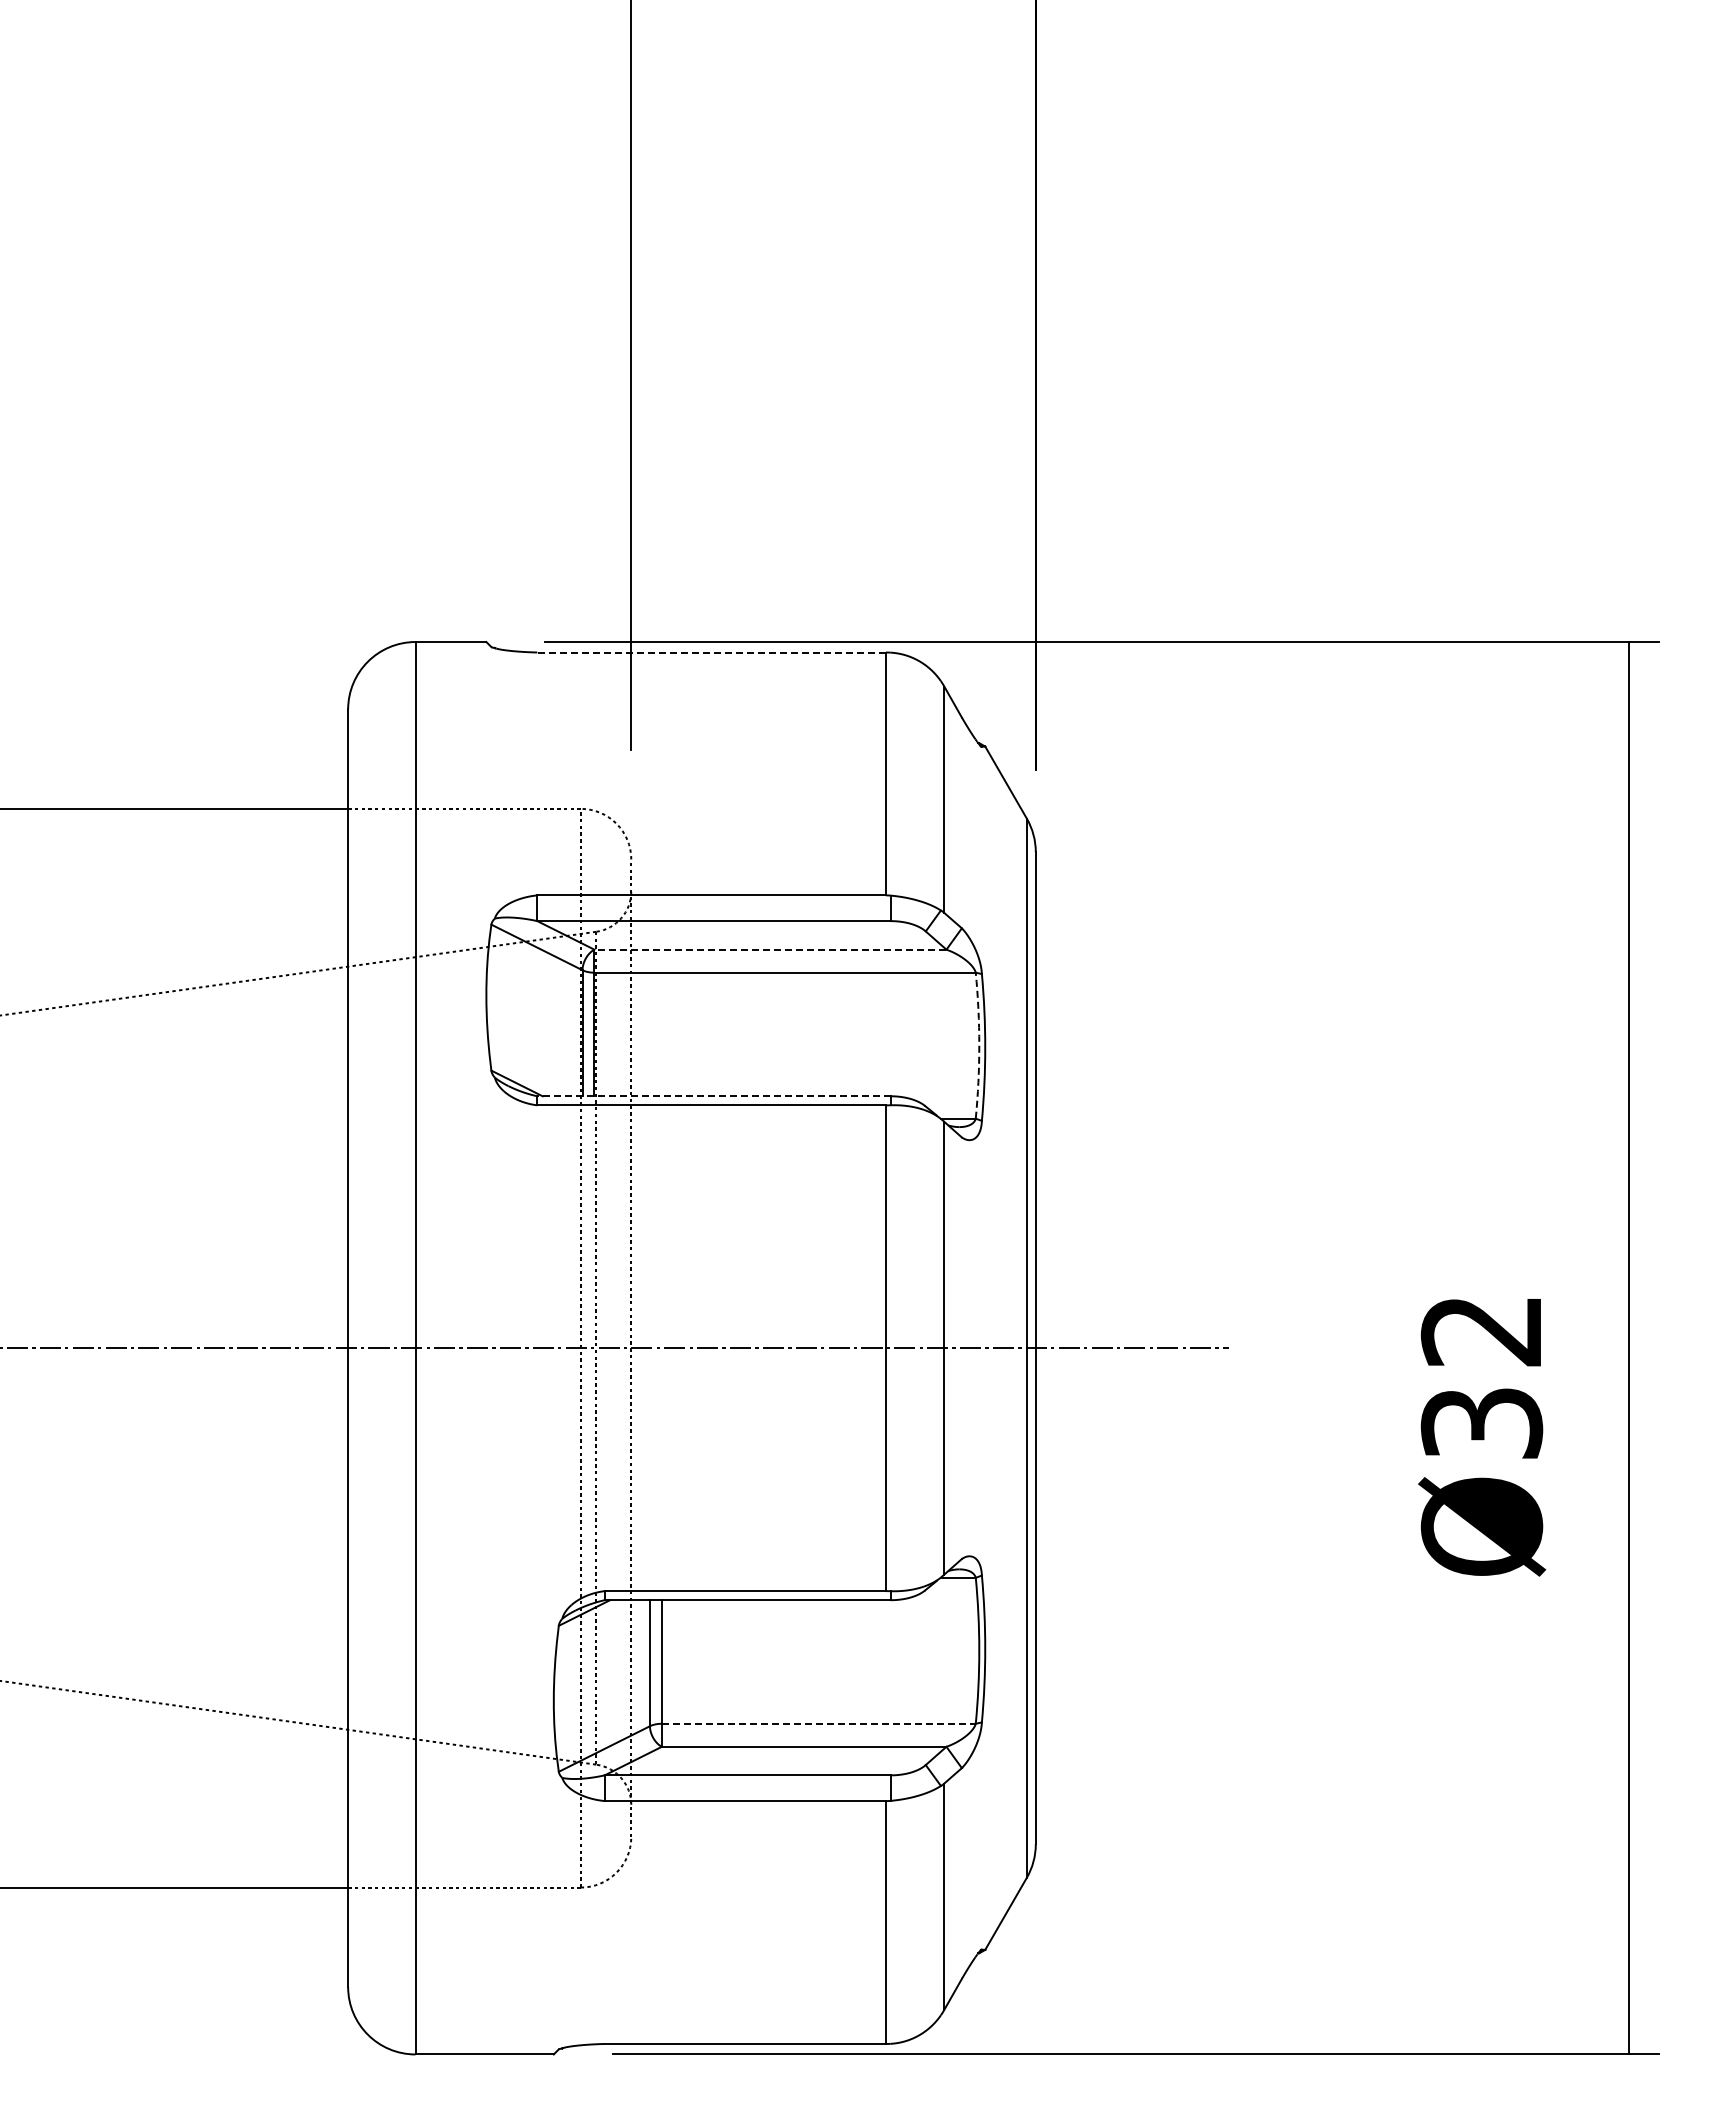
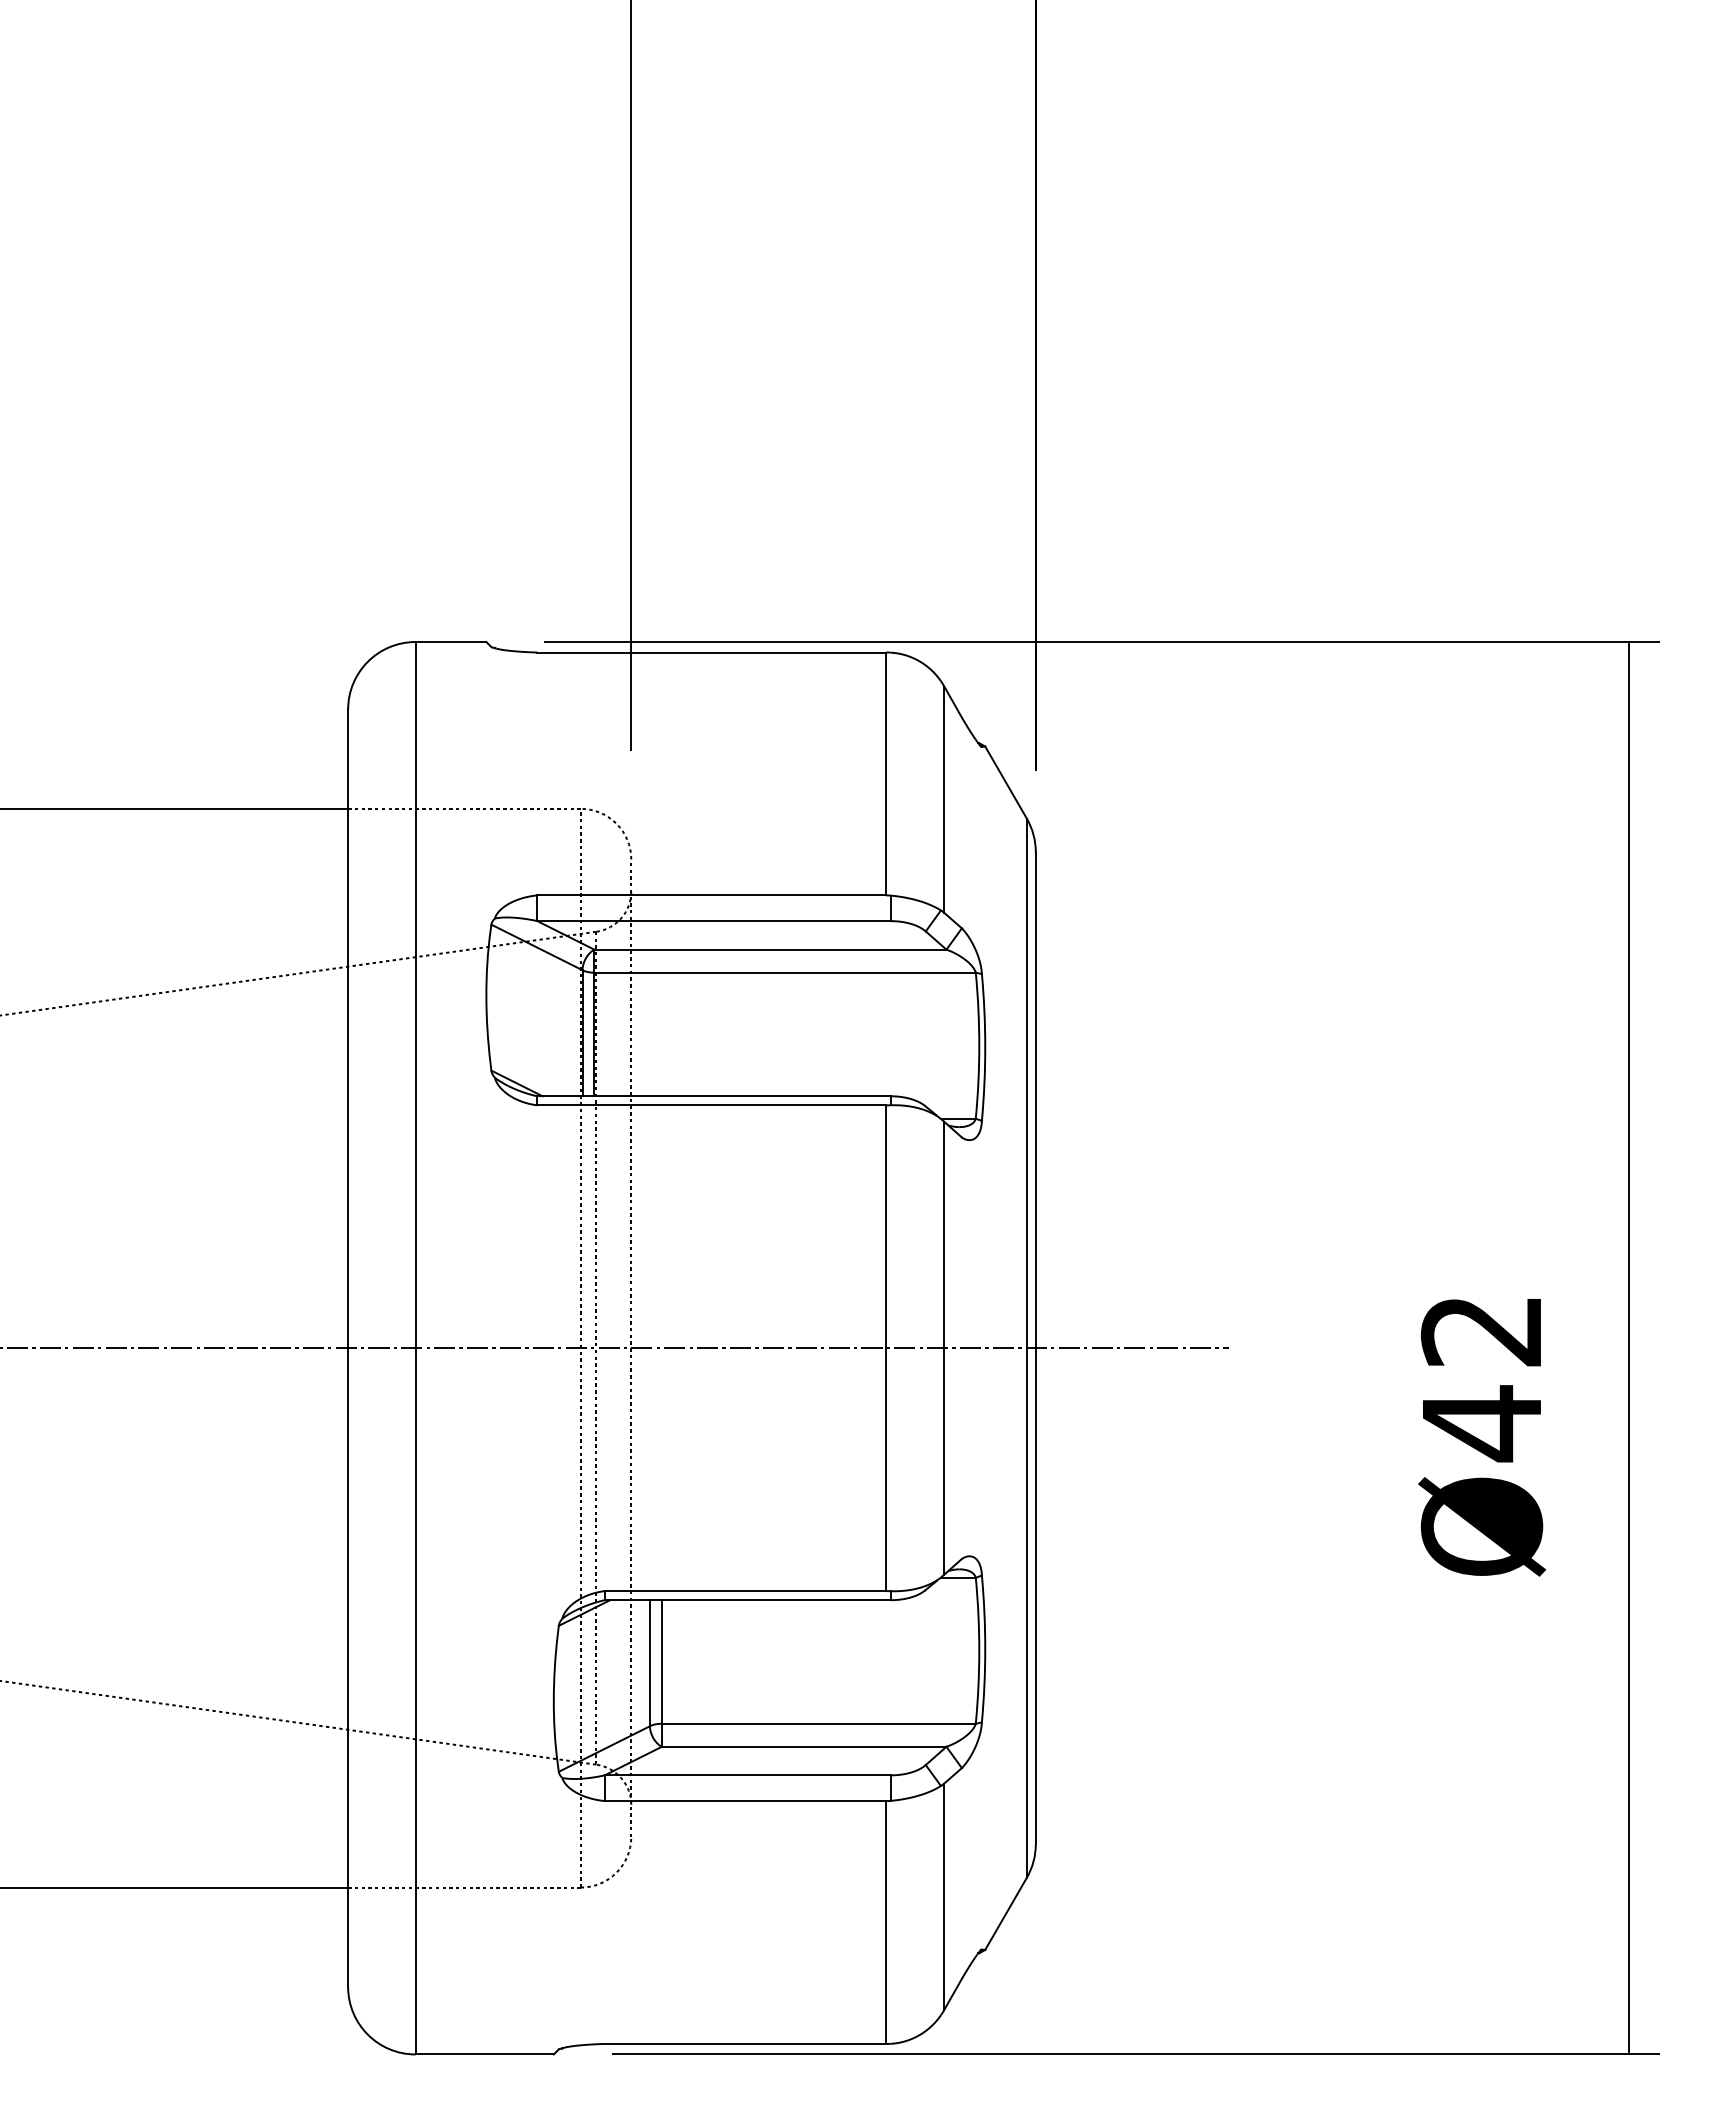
line at (711, 652): dashed -> solid
line at (769, 949): dashed -> solid
arc at (979, 1045): dashed -> solid
line at (714, 1096): dashed -> solid
text at (1481, 1423): Ø32 -> Ø42
line at (818, 1723): dashed -> solid
